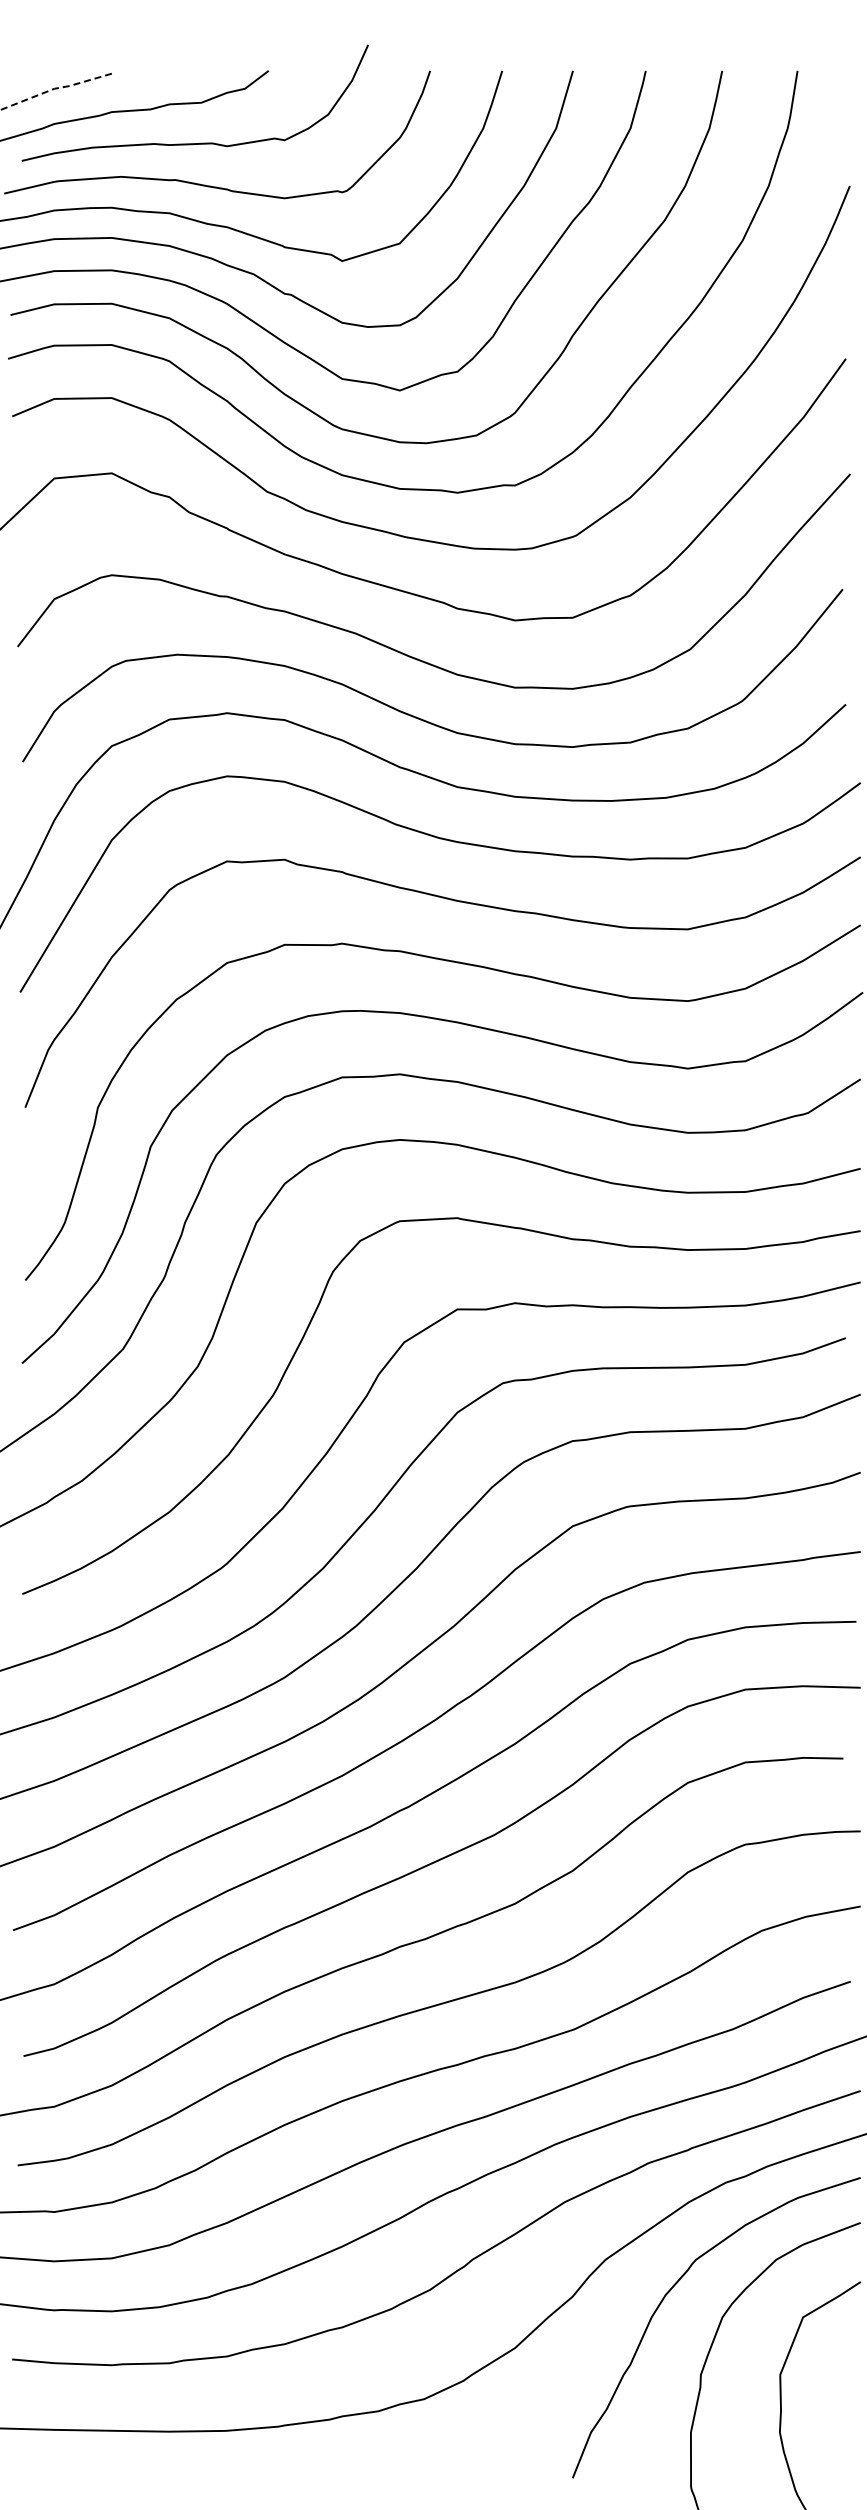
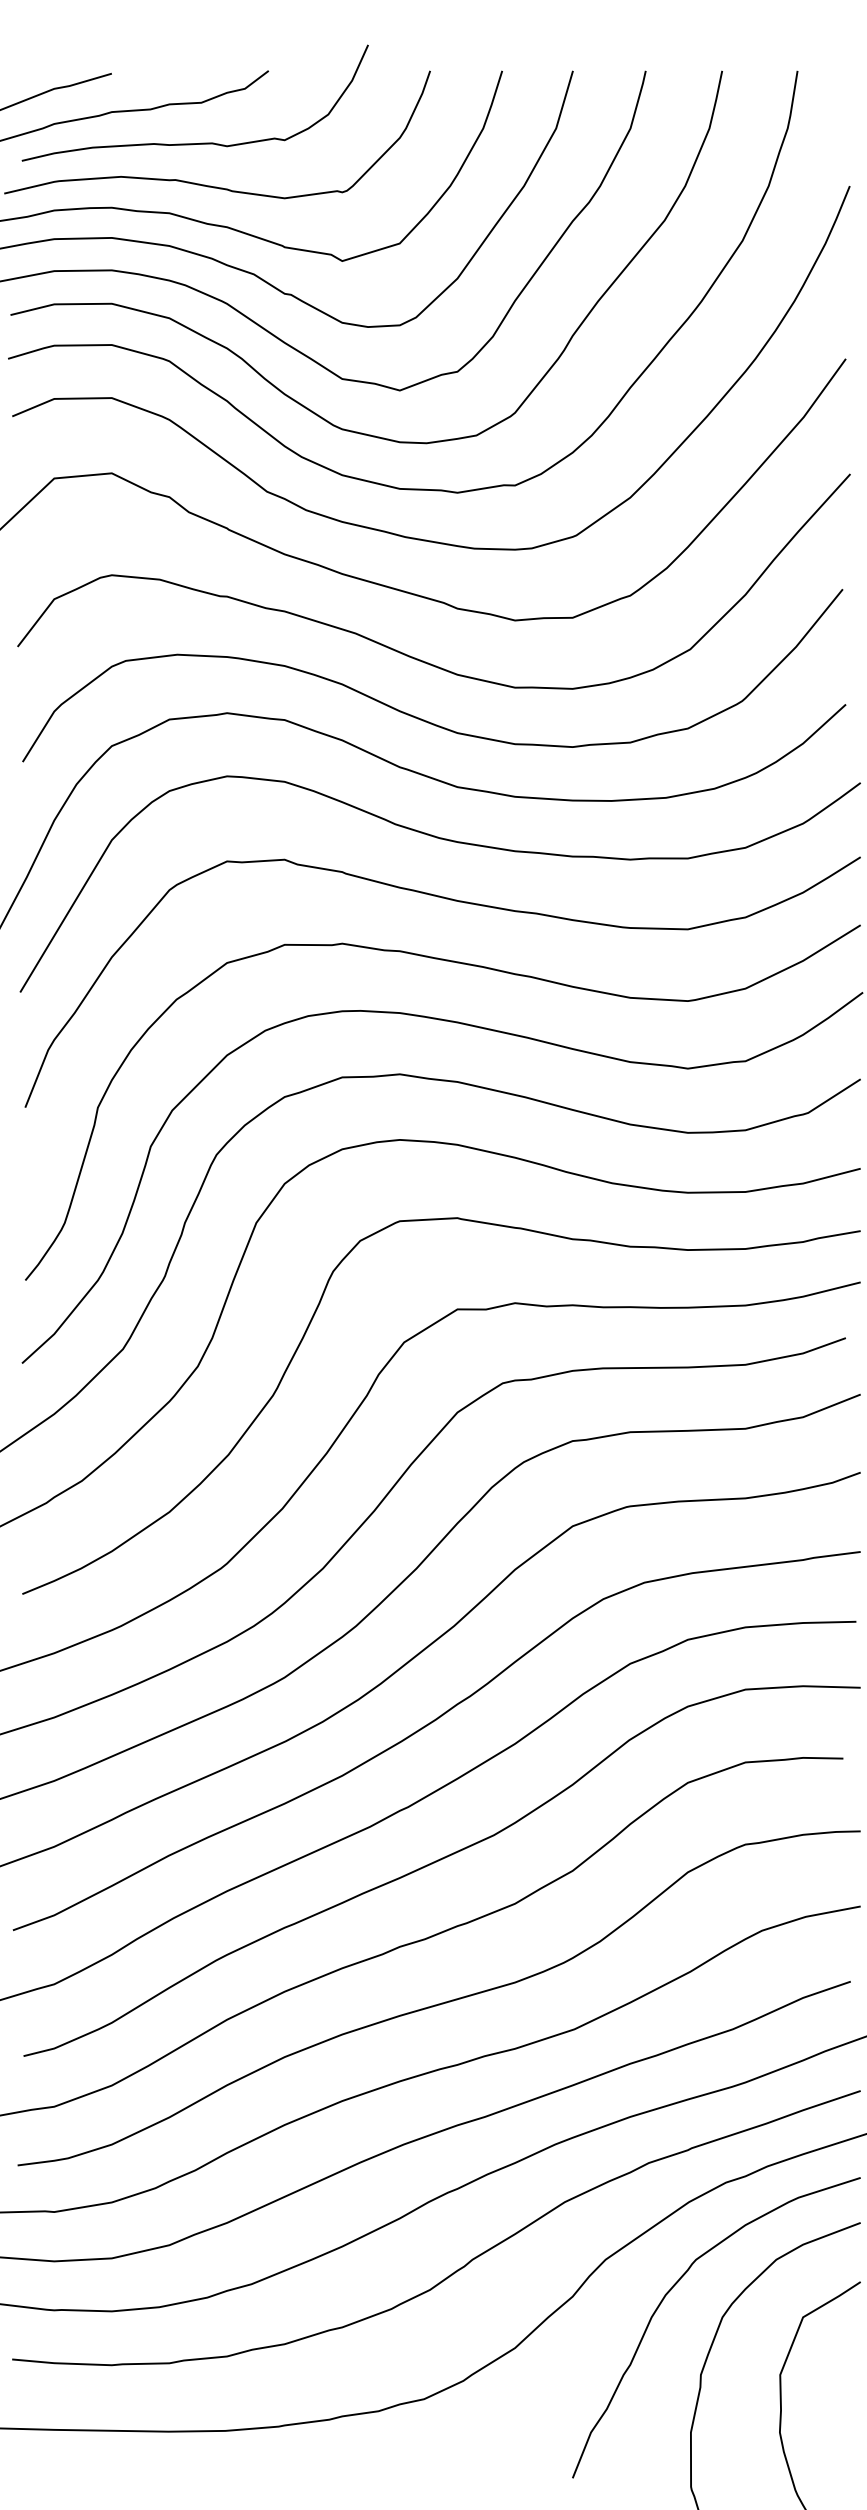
line at (55, 88): dashed -> solid
